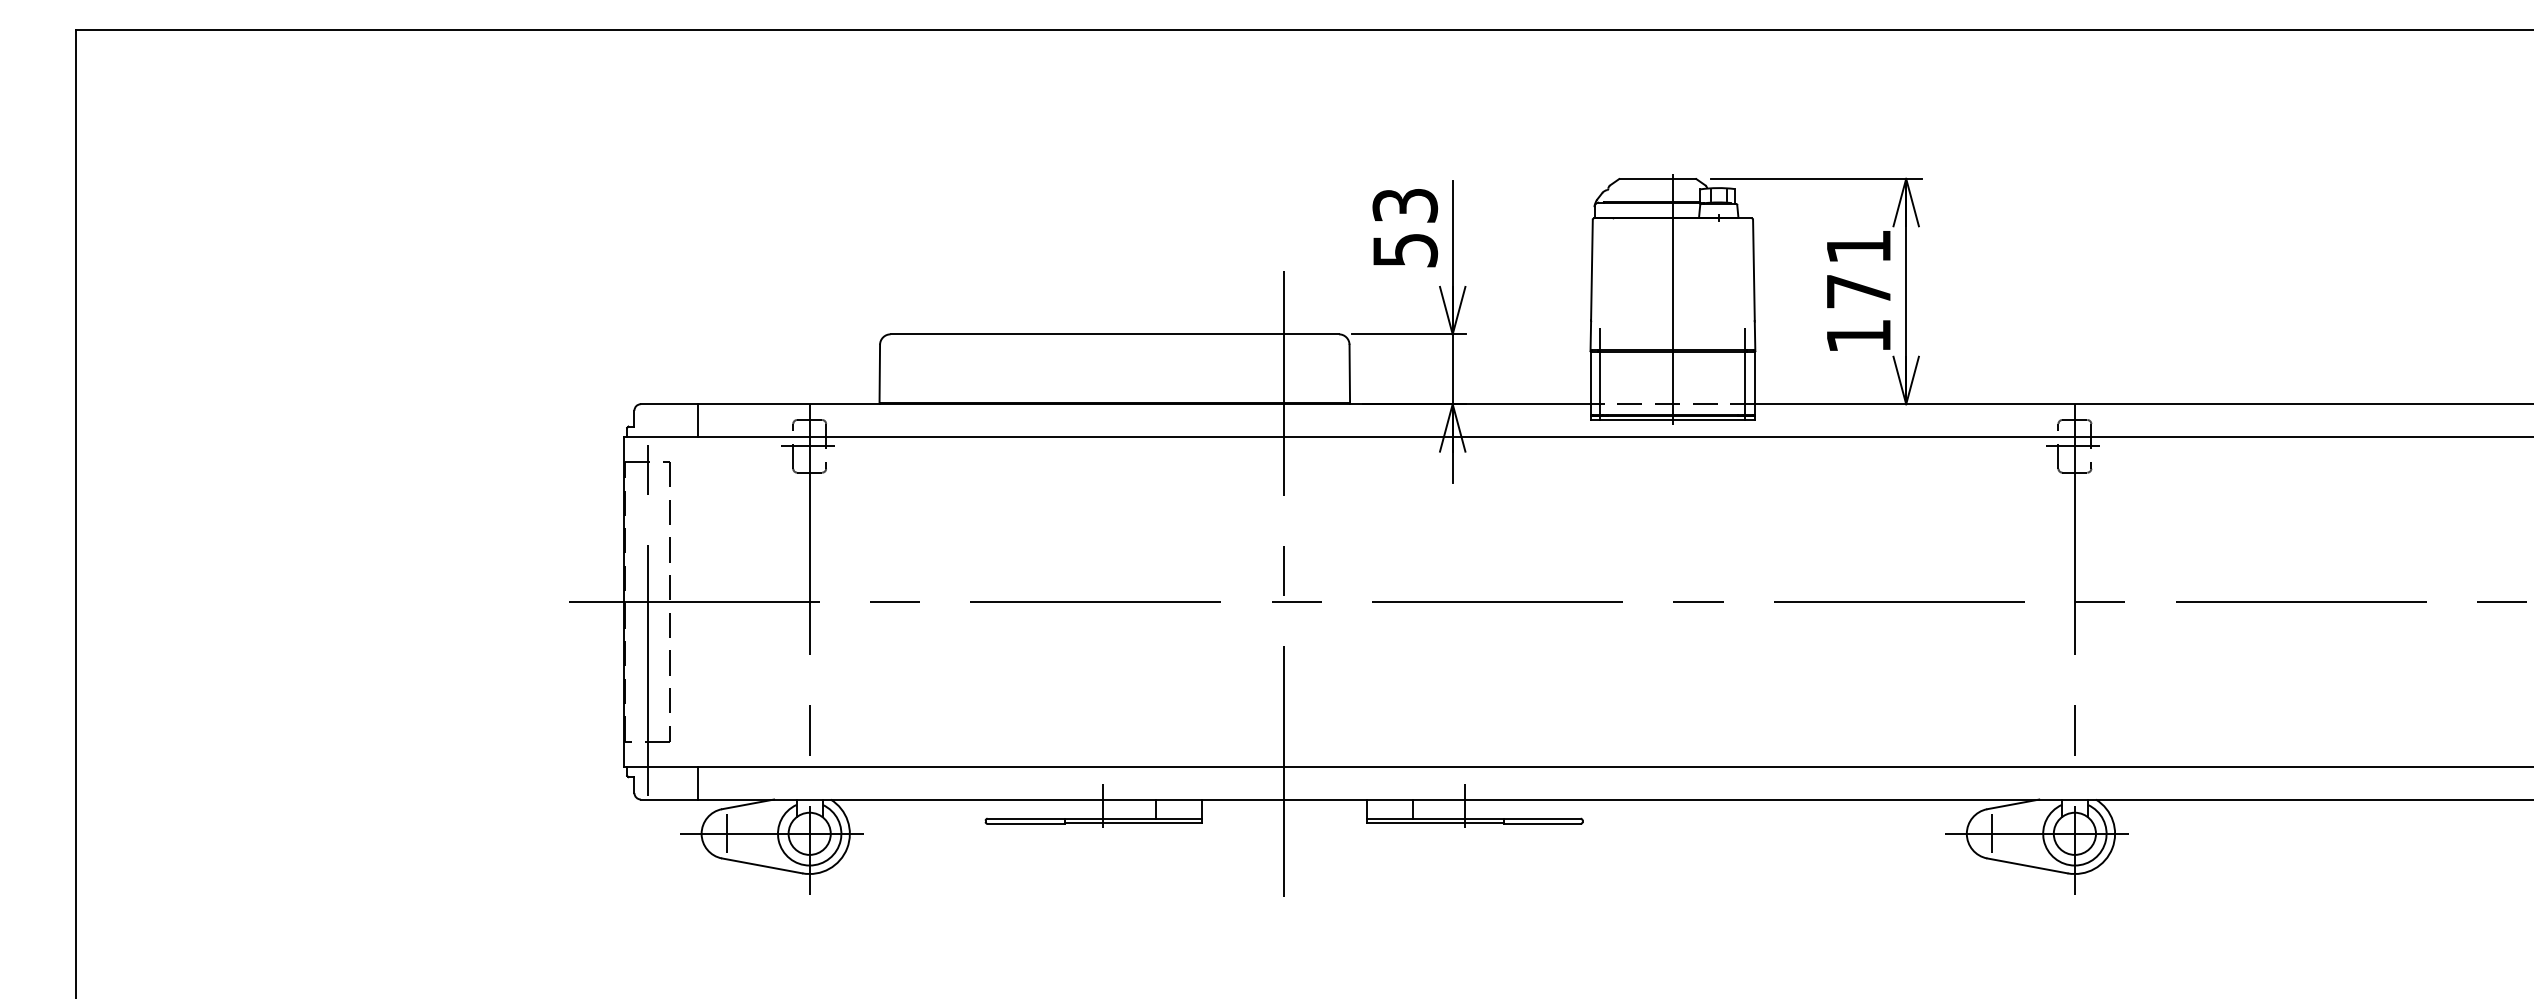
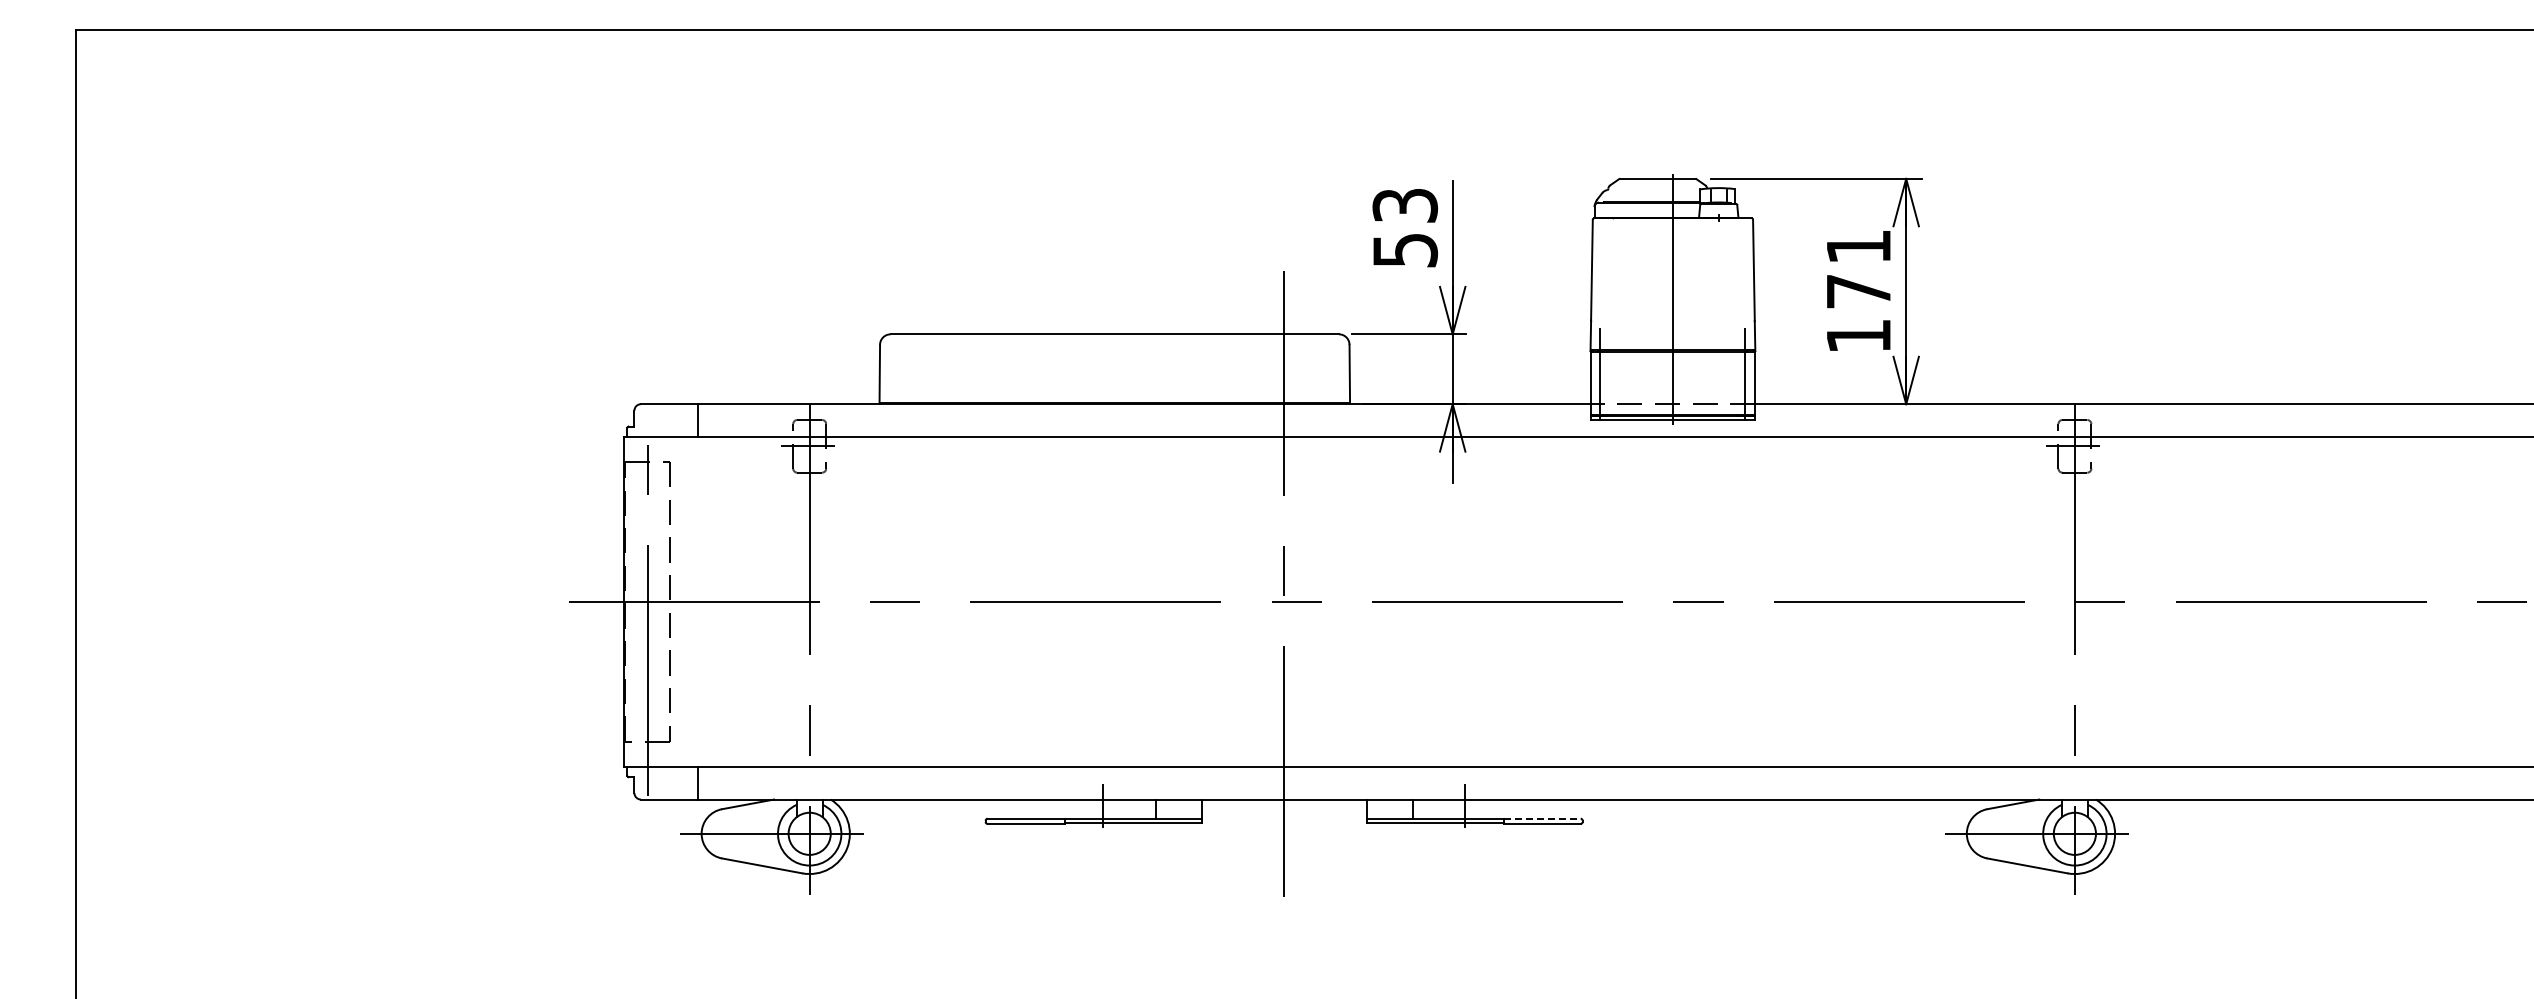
line at (1542, 818): solid -> dashed
line at (726, 833): present -> none
line at (1991, 833): present -> none
